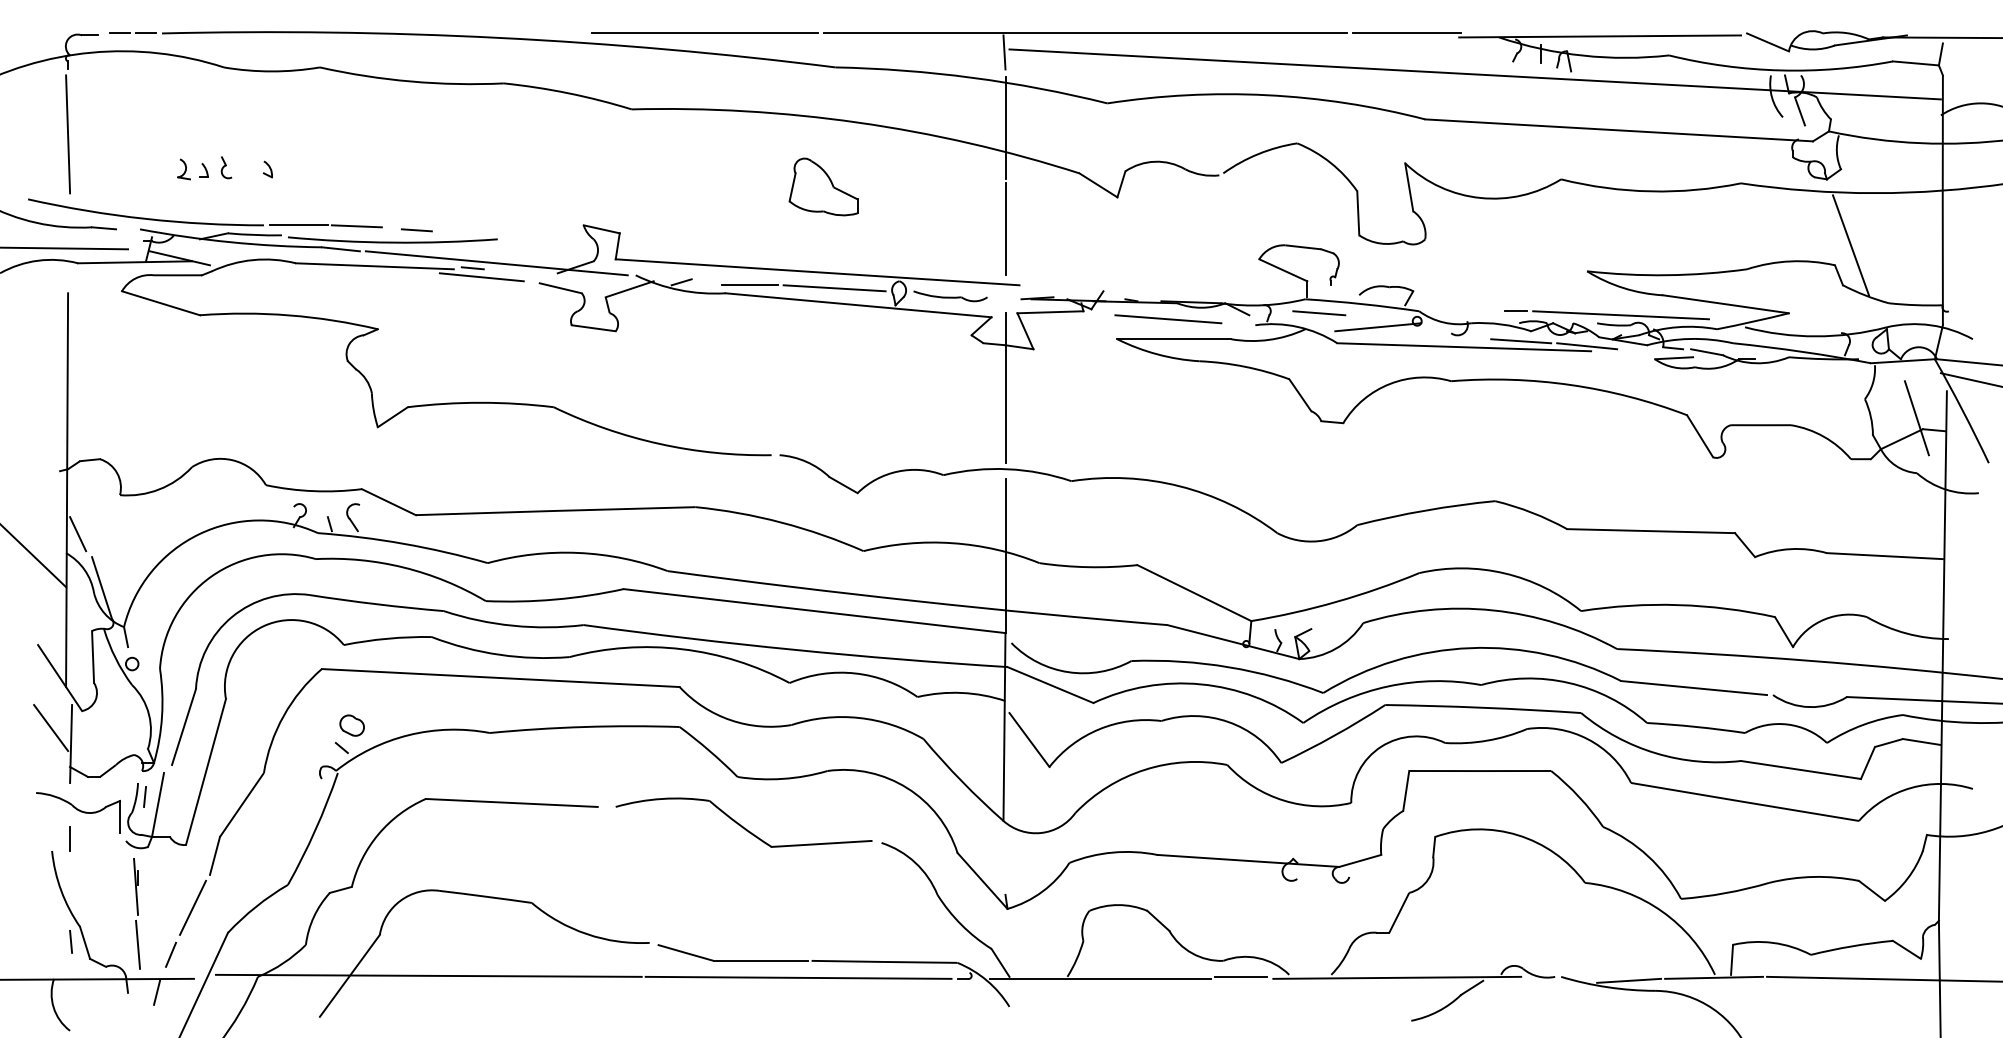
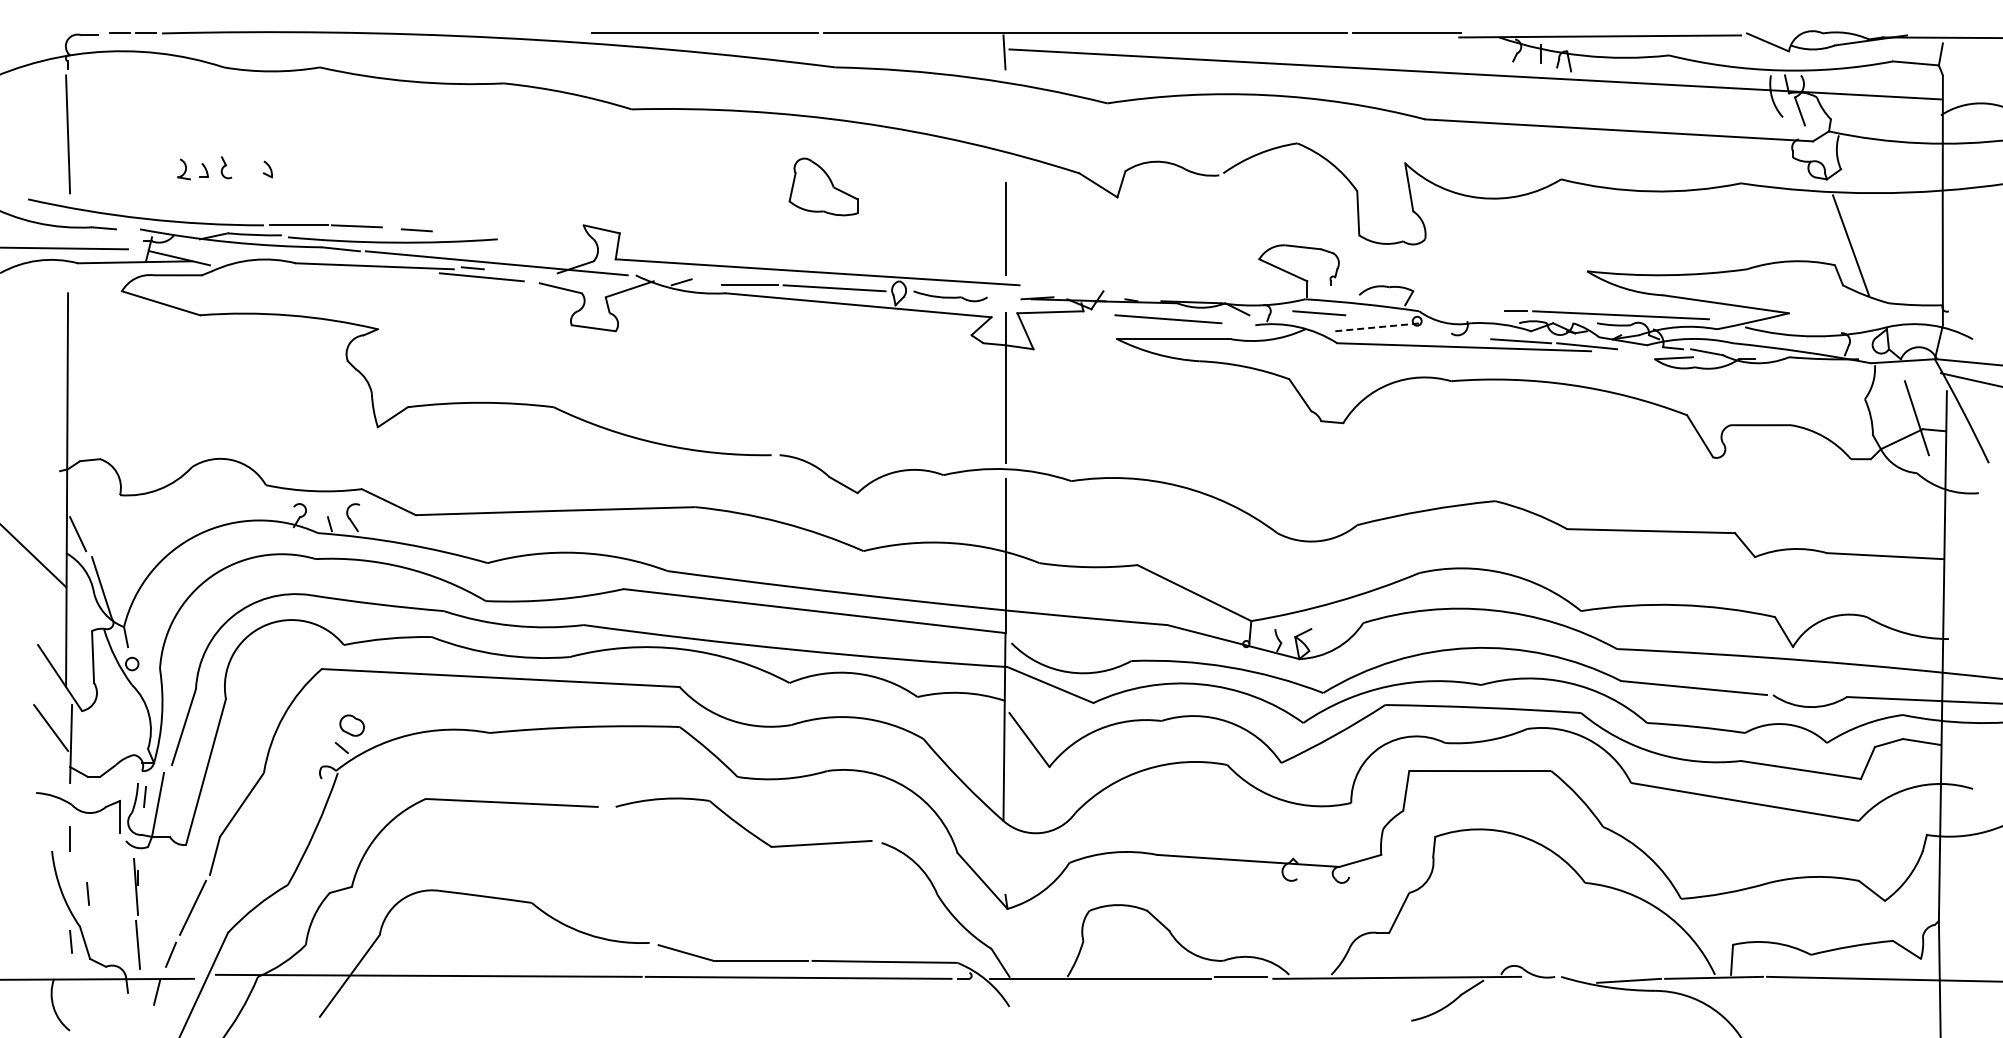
line at (1005, 128): present -> none
line at (1378, 327): solid -> dashed
line at (87, 893): none -> present
